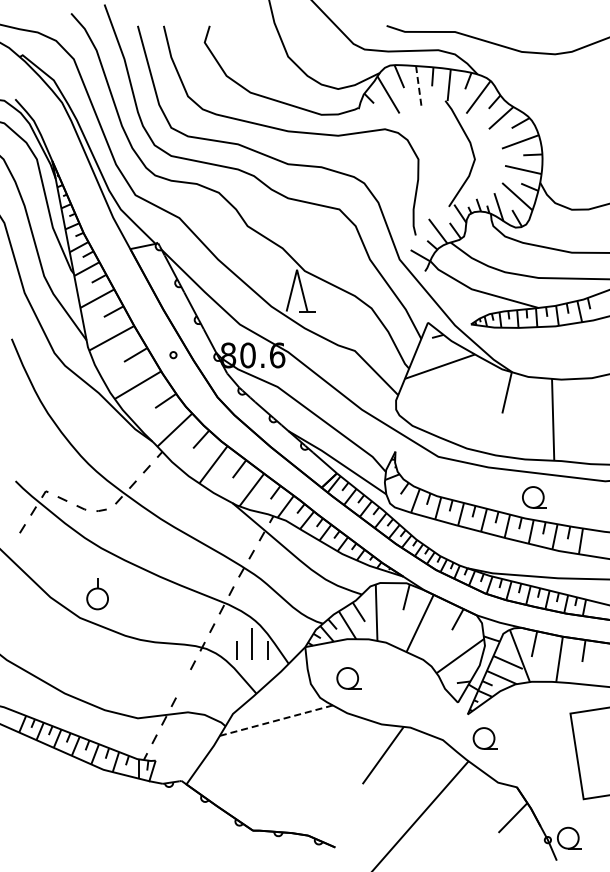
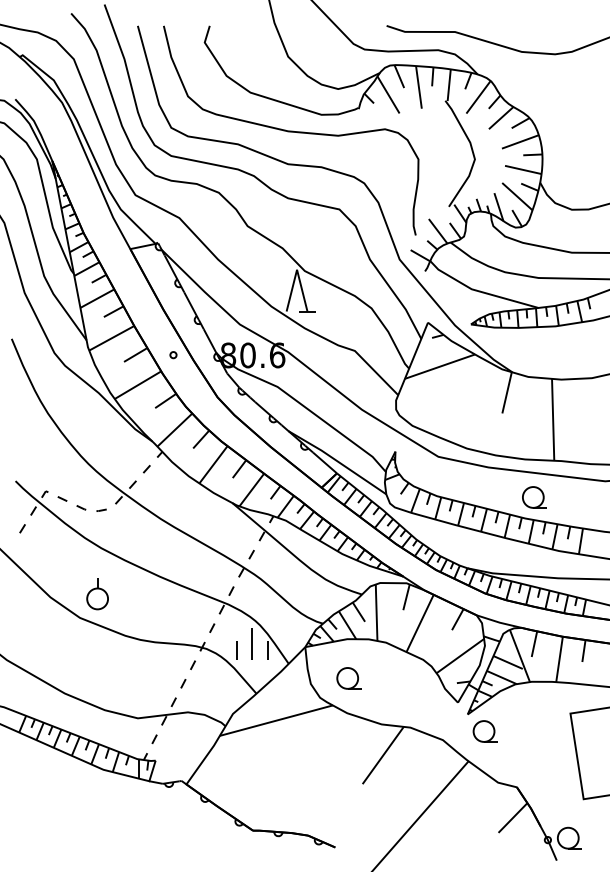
line at (418, 87): dashed -> solid
line at (183, 683): none -> present
line at (276, 720): dashed -> solid
part at (484, 738) position: (484, 738) -> (484, 731)
